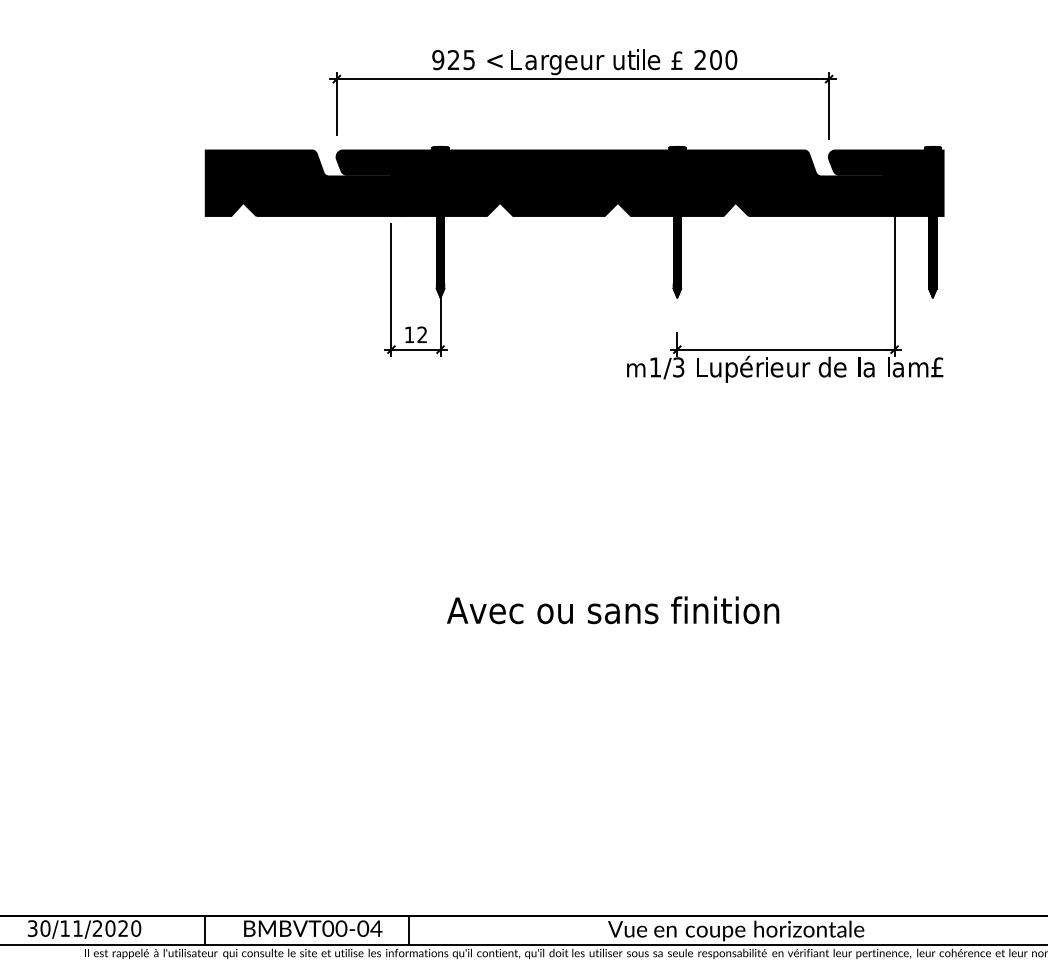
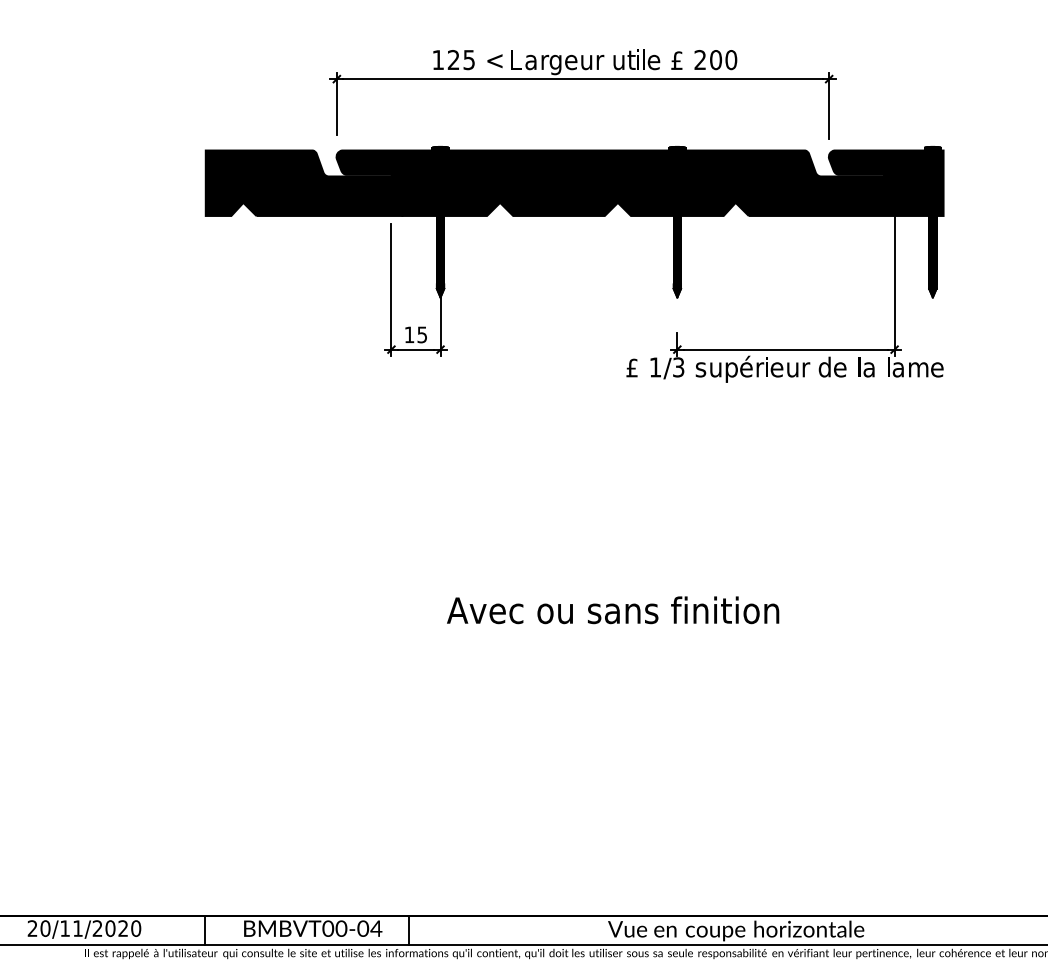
text at (438, 60): 9 -> 1
text at (421, 334): 12 -> 15
text at (635, 367): m -> £
text at (701, 367): L -> s
text at (937, 367): £ -> e
text at (32, 928): 30/11/2020 -> 20/11/2020
